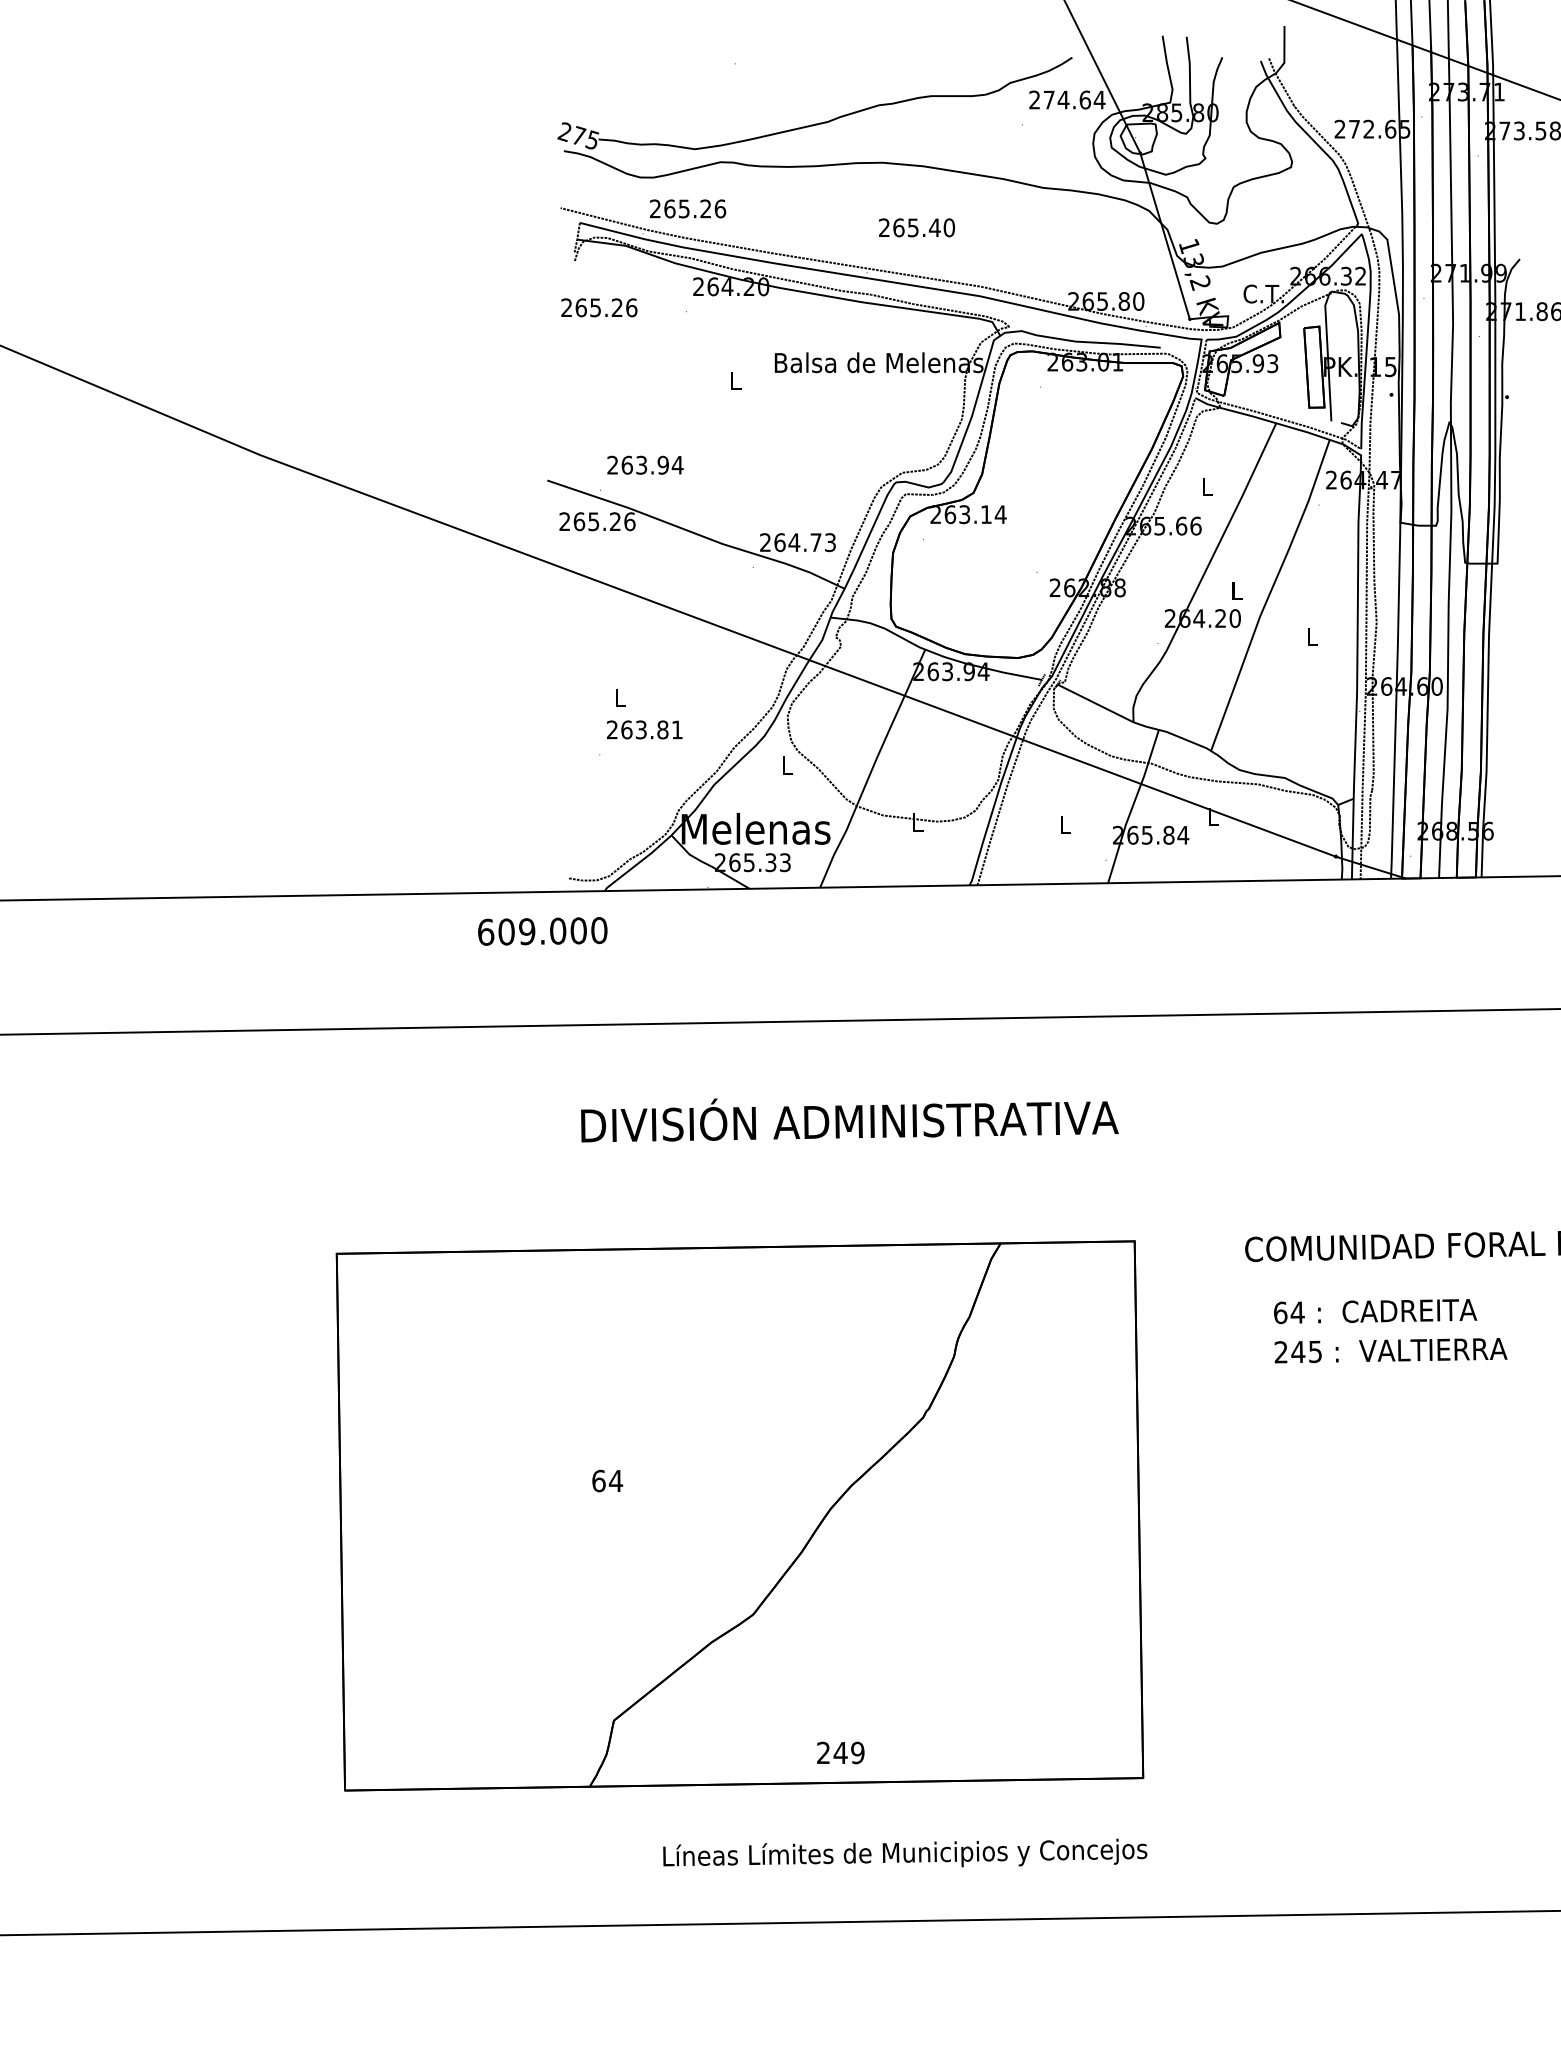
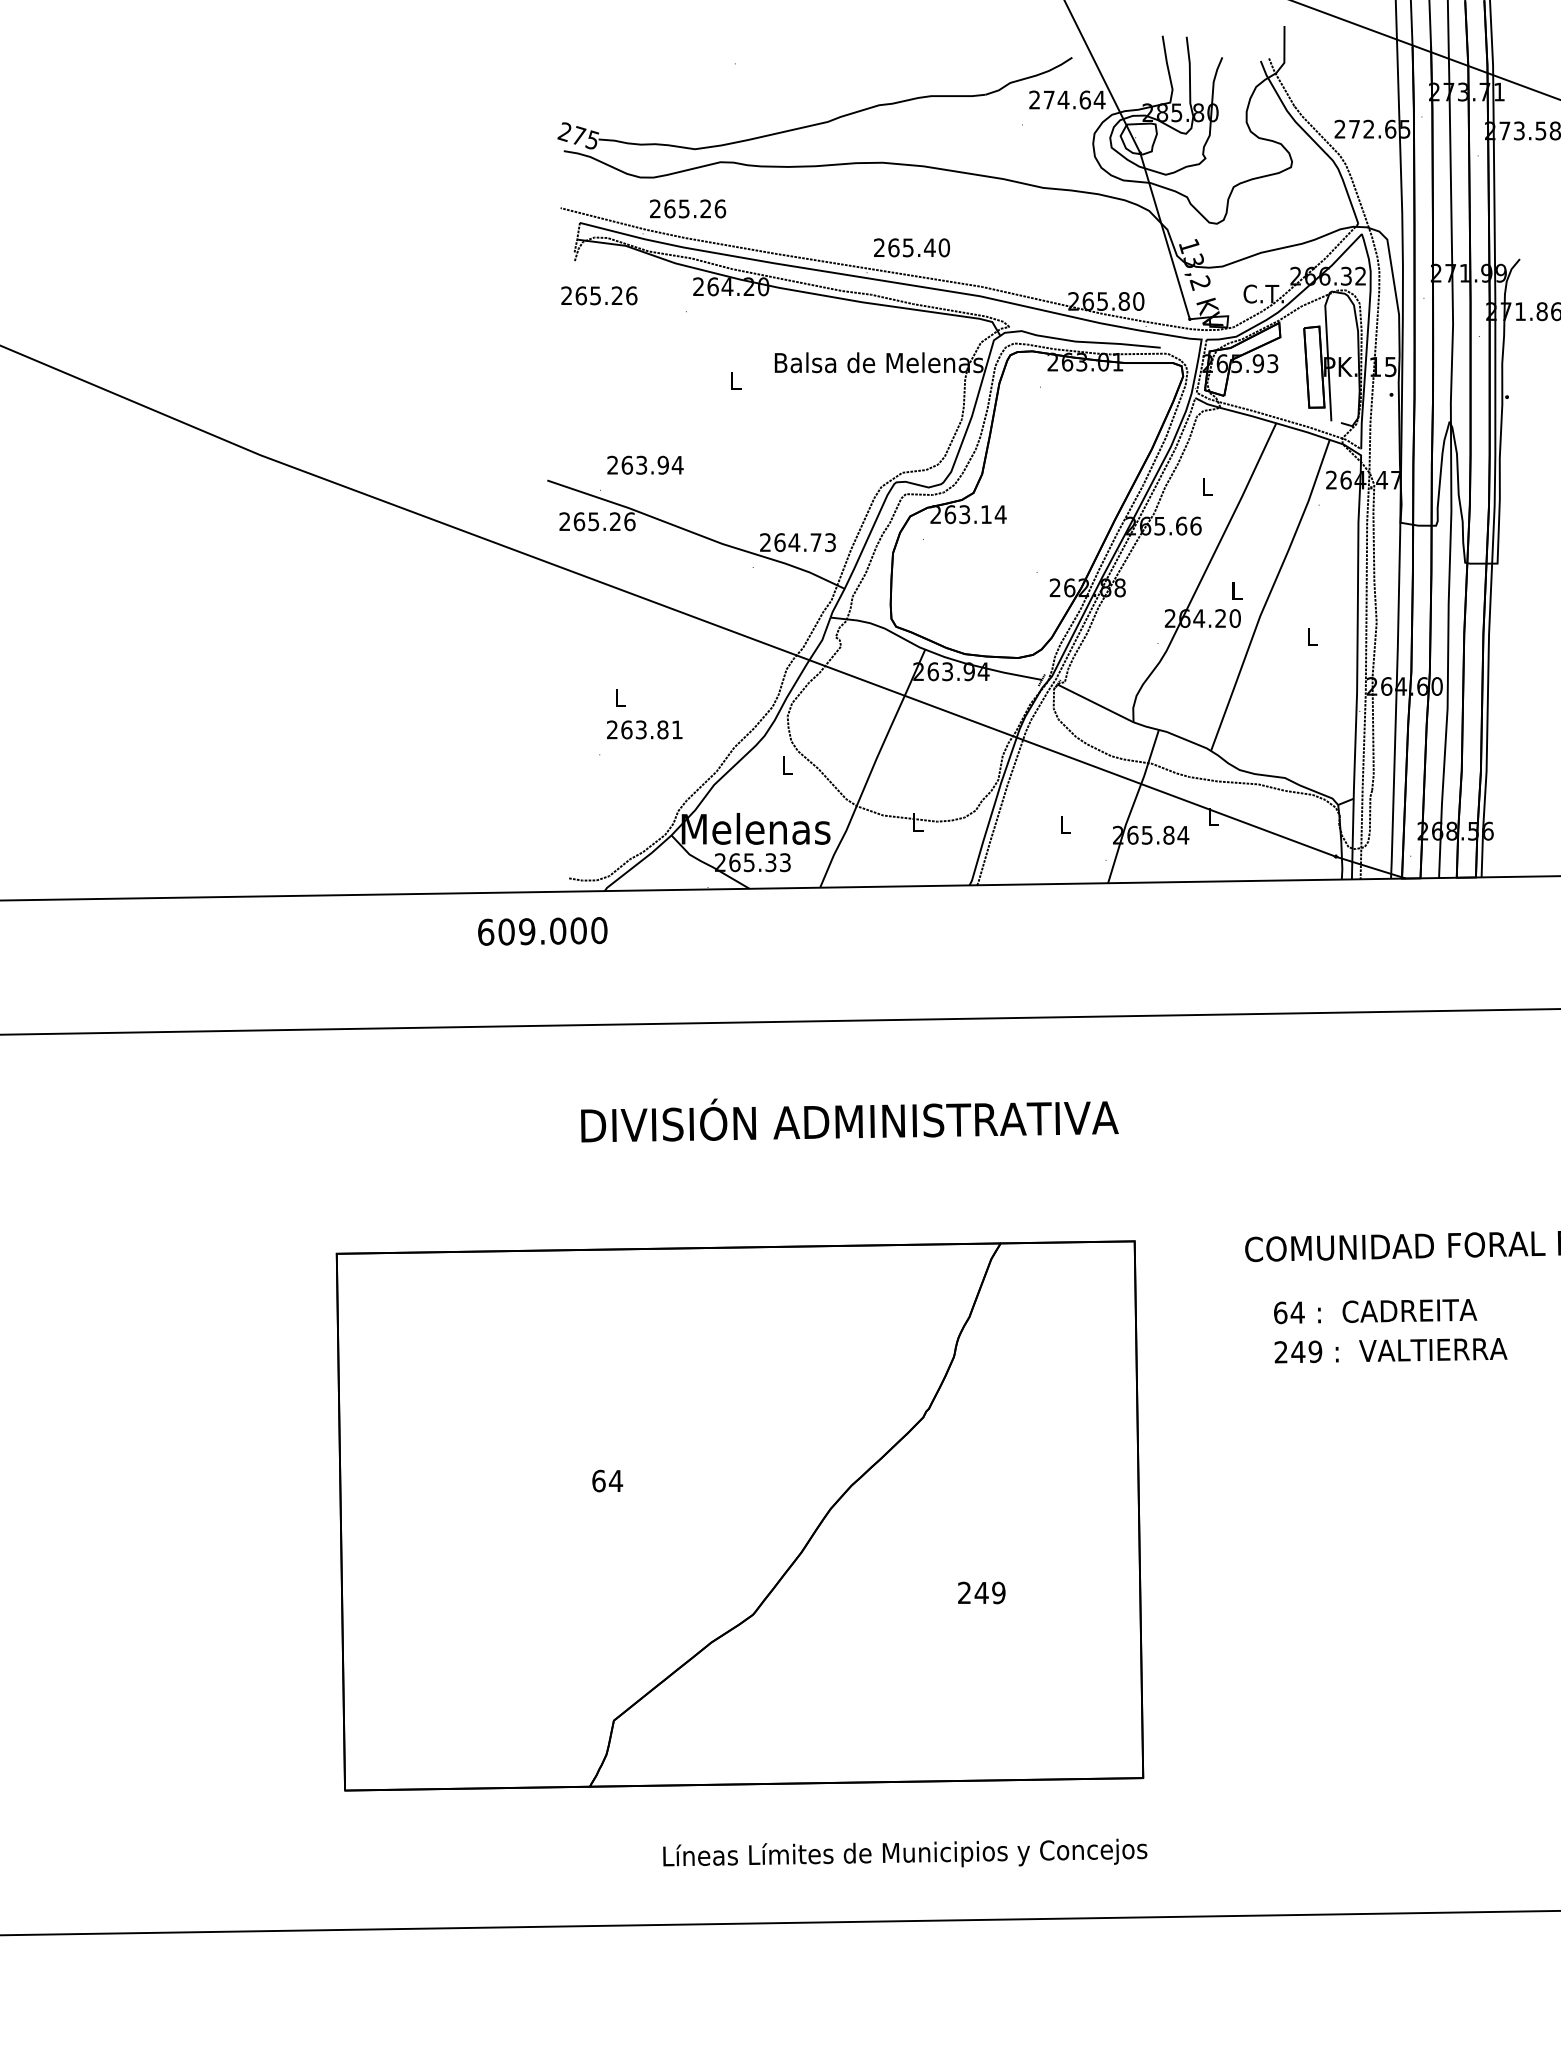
text at (916, 227) position: (916, 227) -> (911, 247)
text at (599, 307) position: (599, 307) -> (599, 295)
text at (1315, 1351): 245 -> 249
text at (840, 1752) position: (840, 1752) -> (981, 1592)
